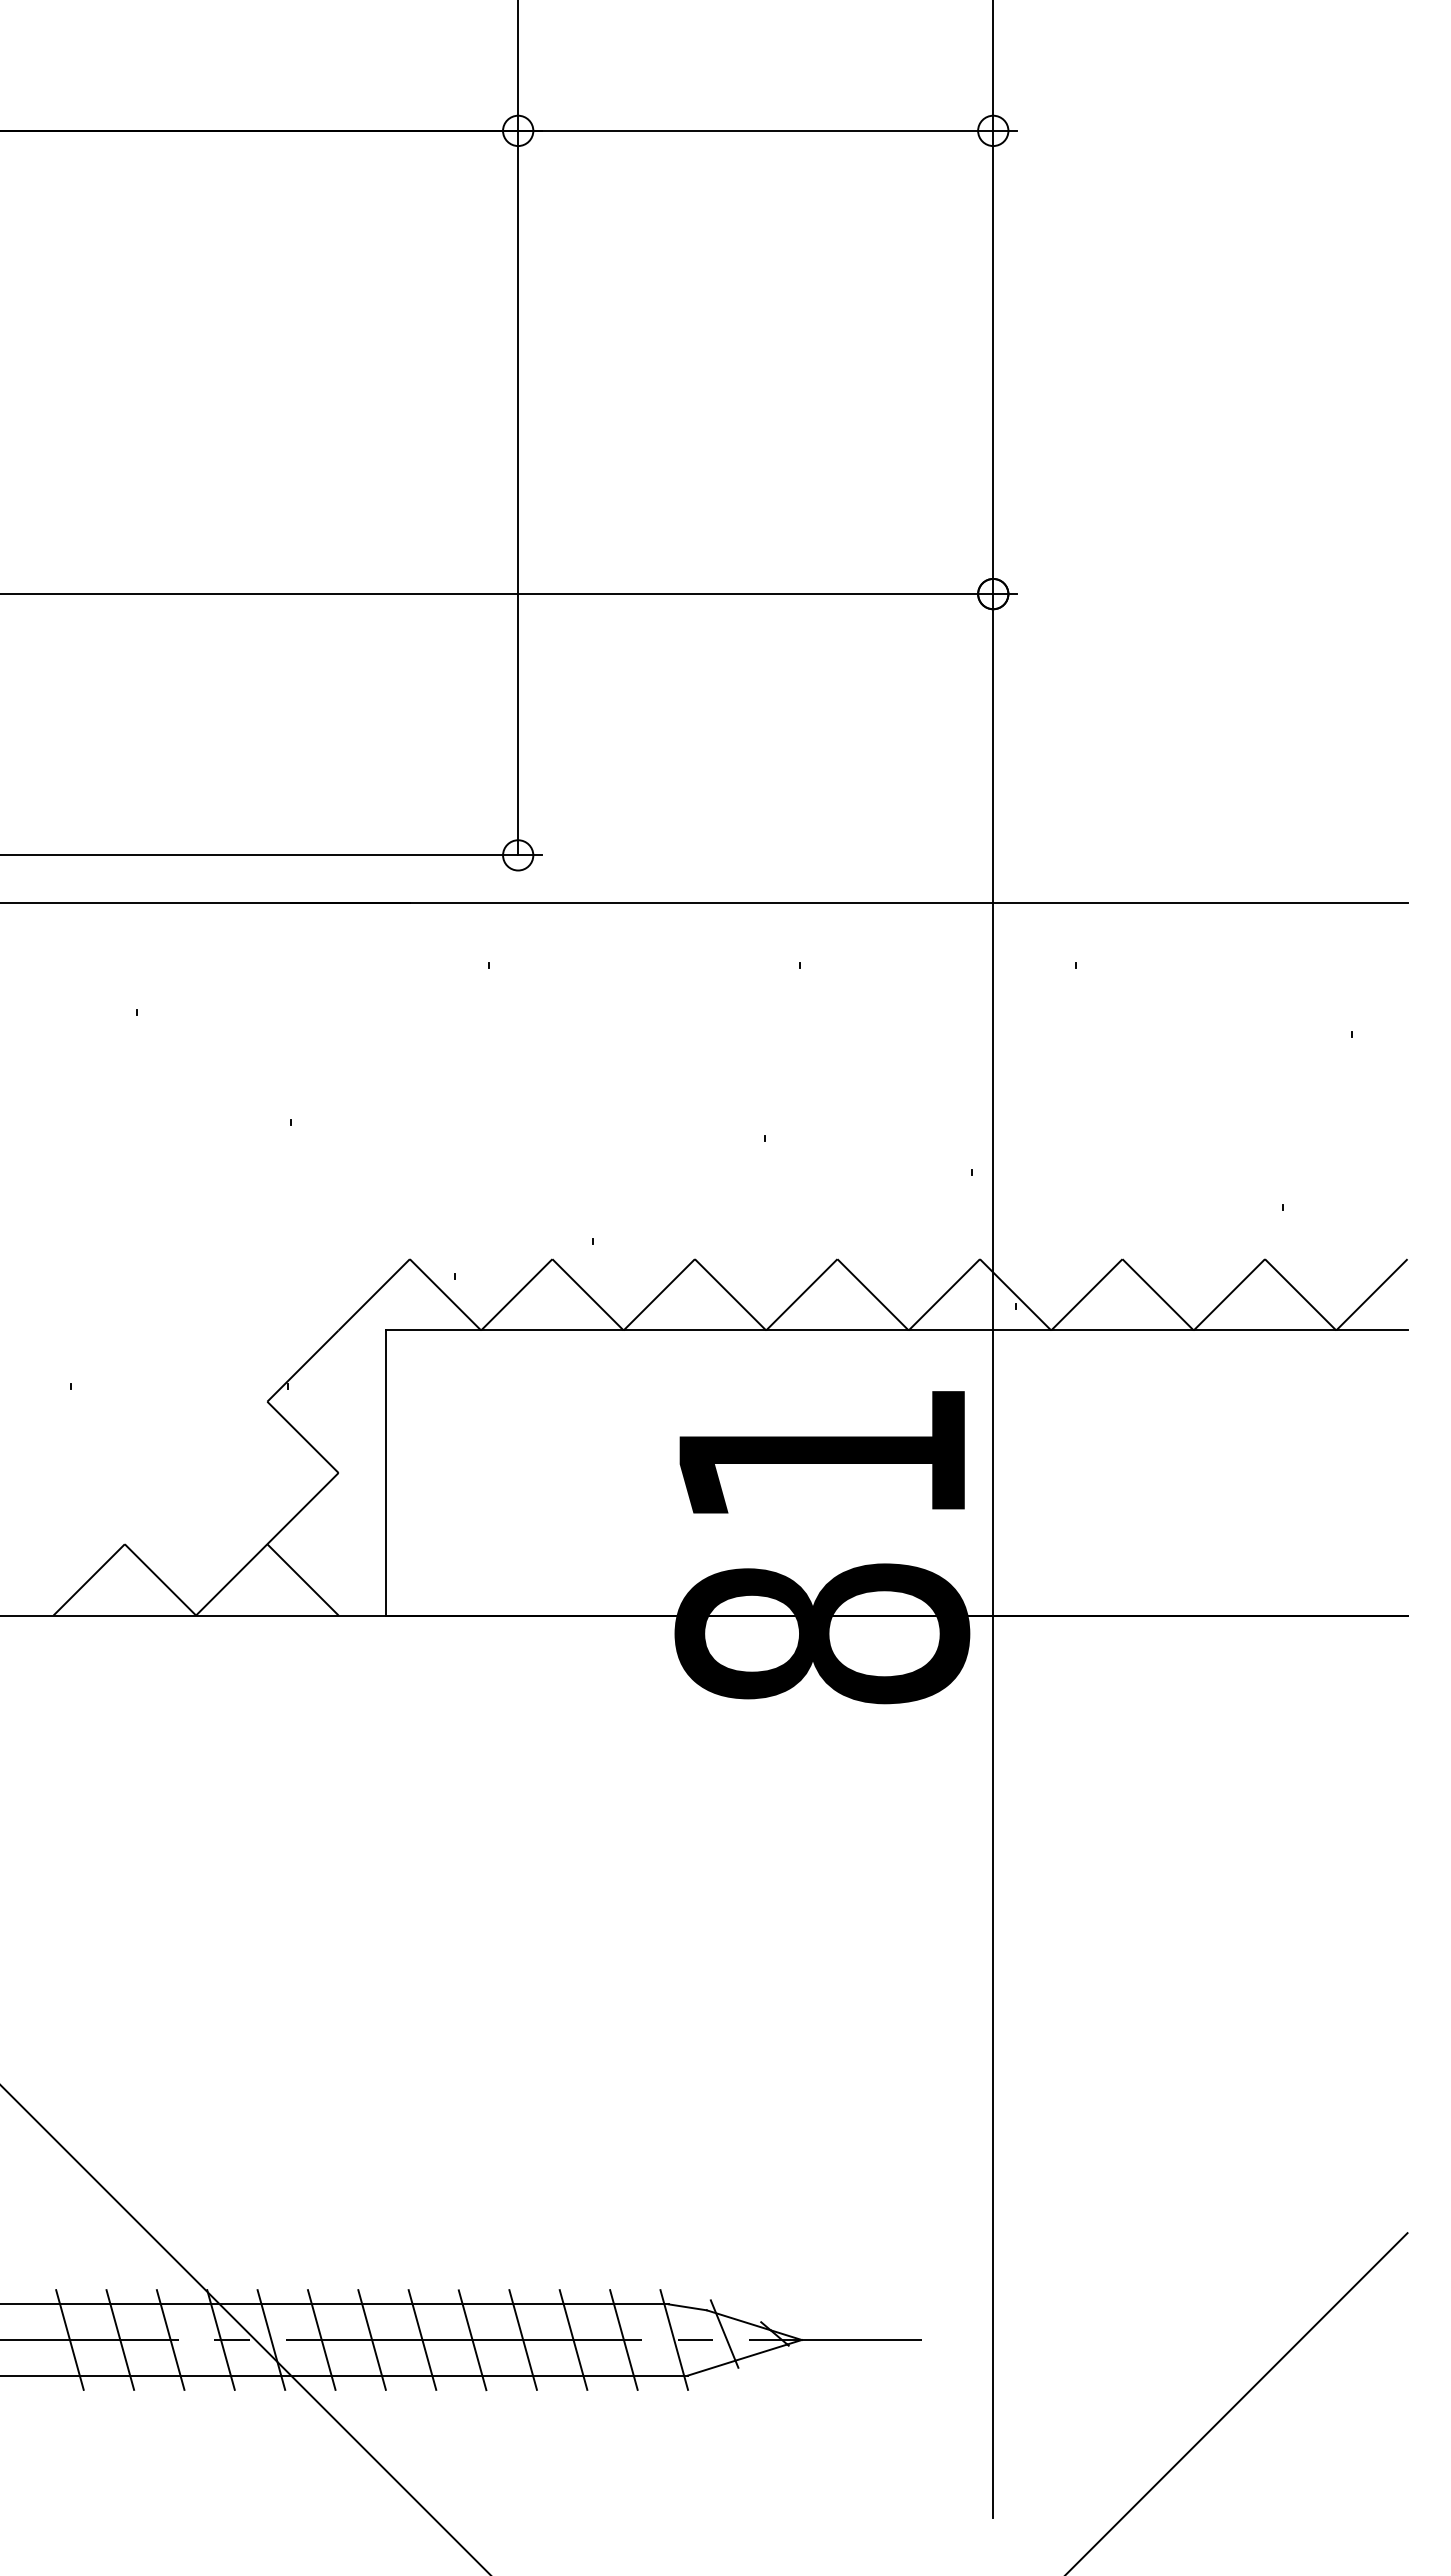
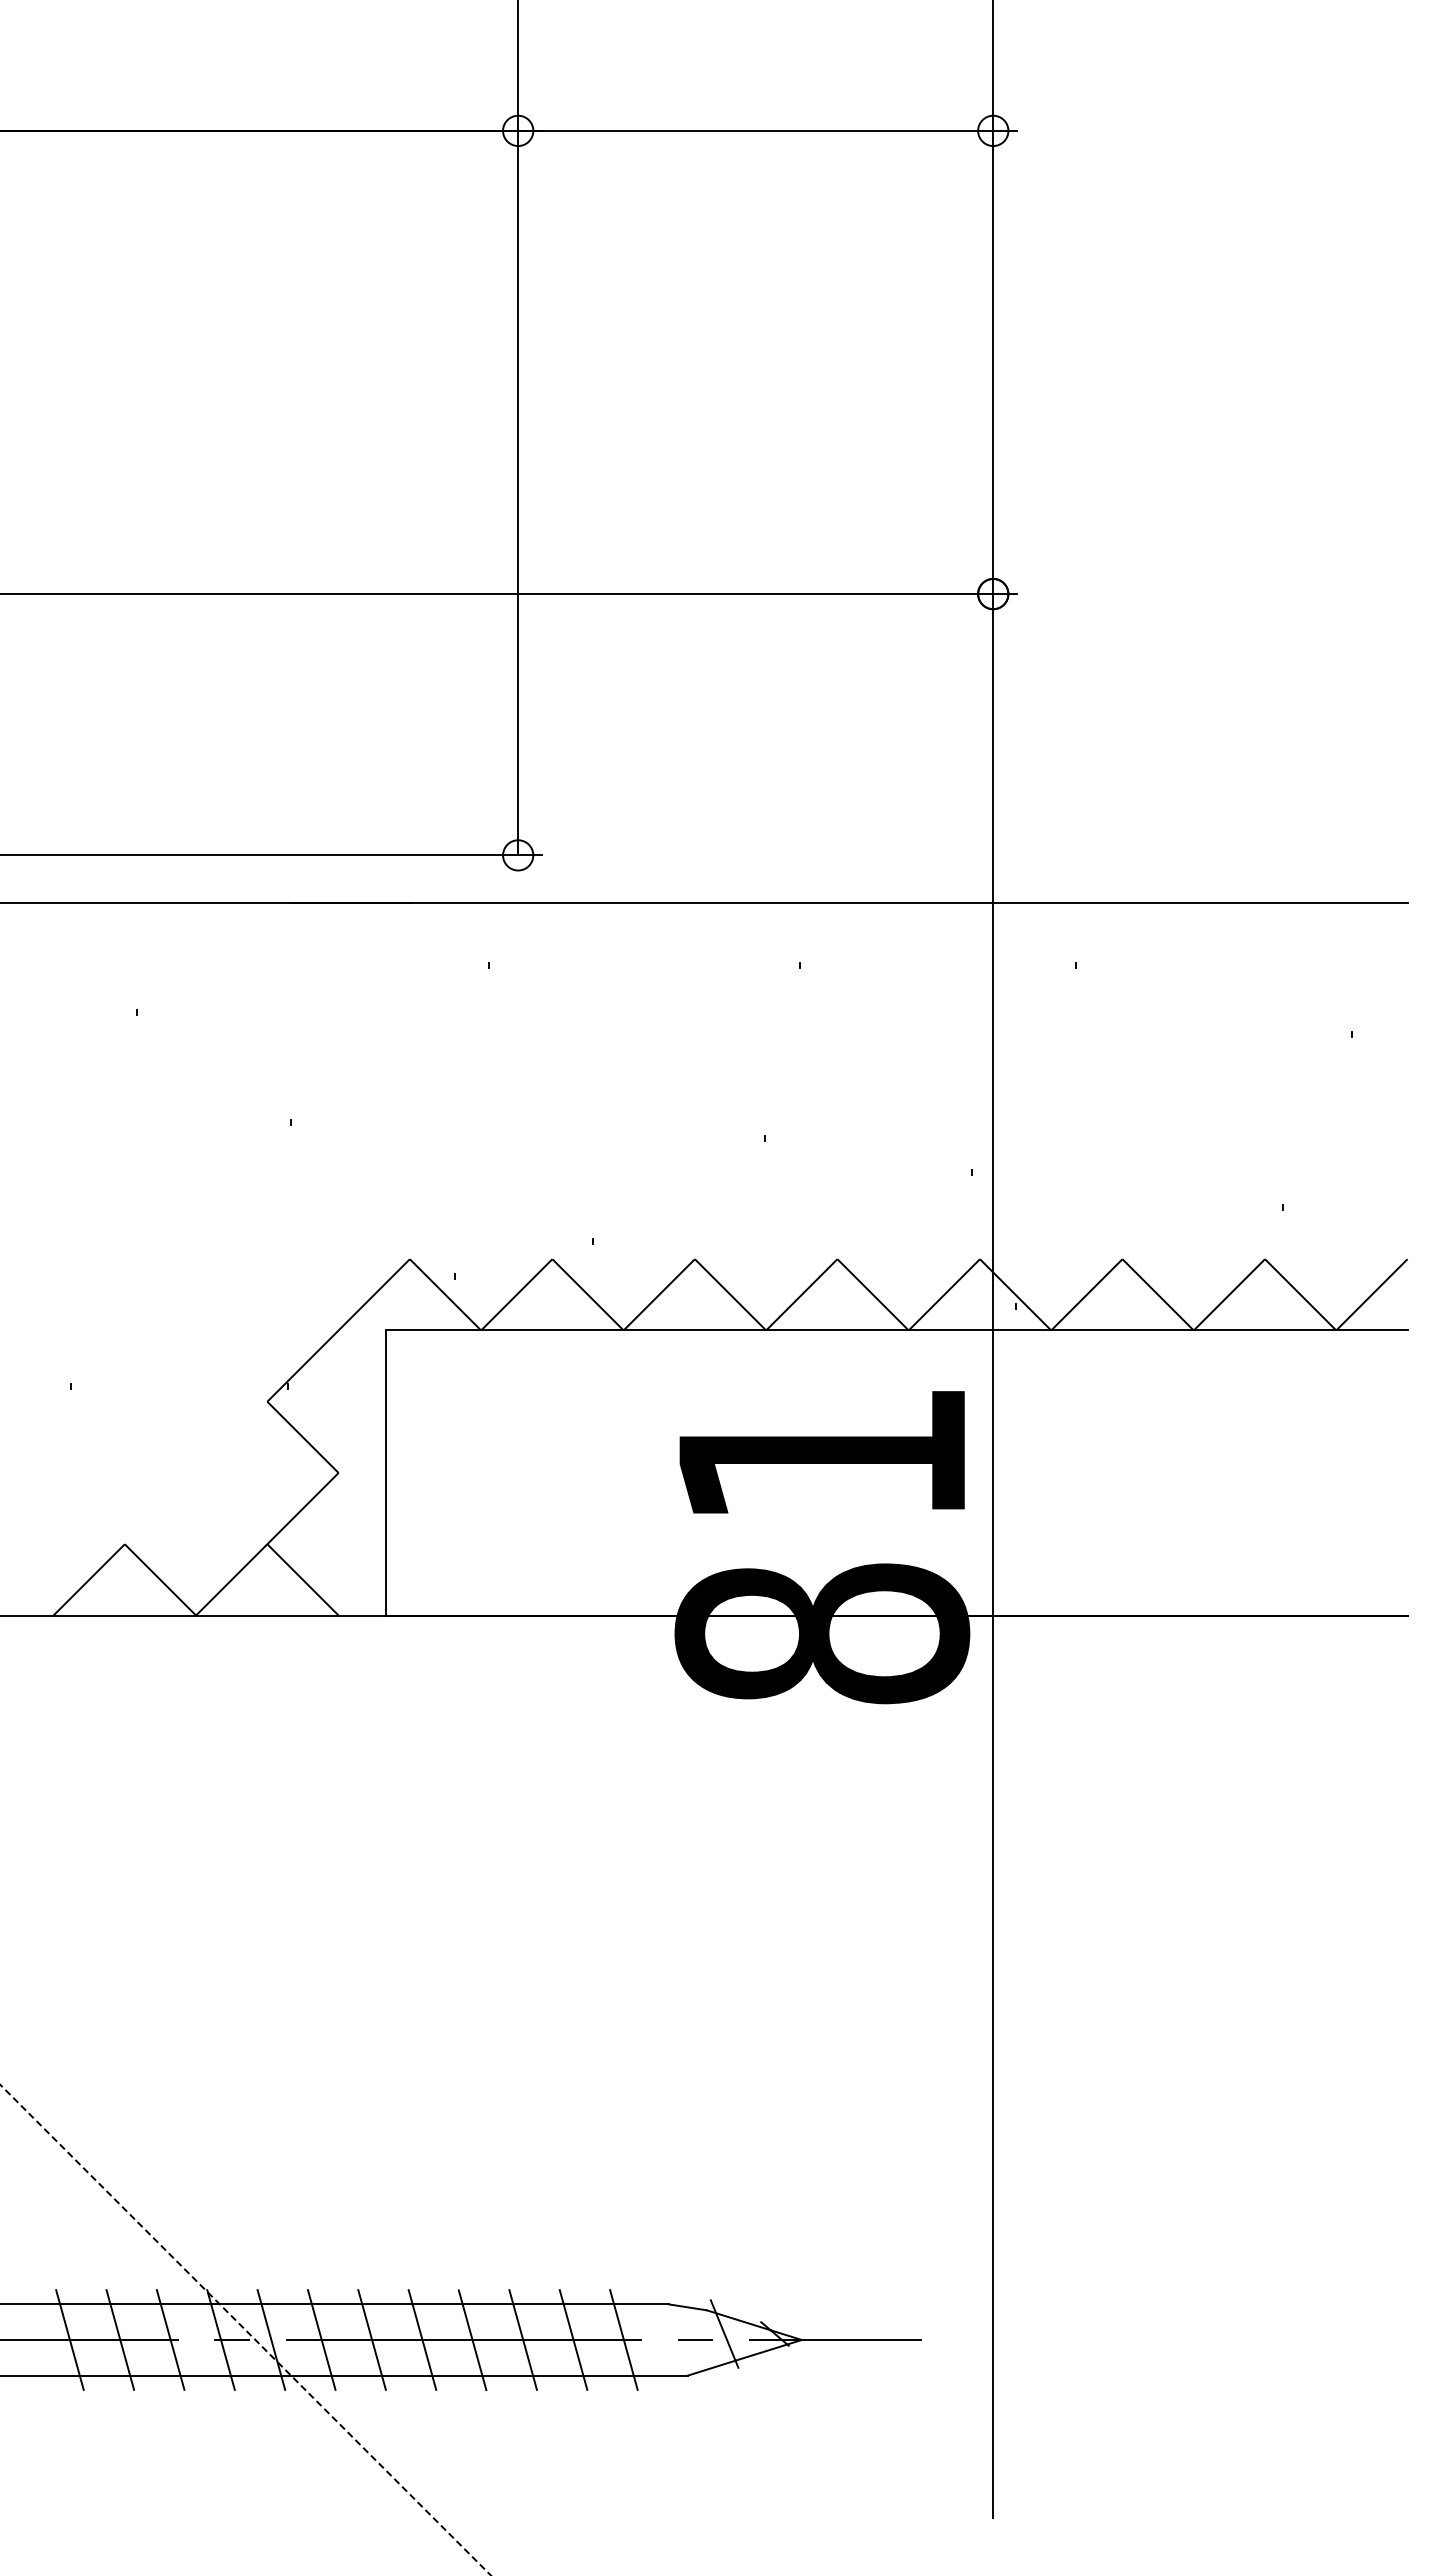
line at (245, 2330): solid -> dashed
line at (674, 2339): present -> none
line at (1237, 2402): present -> none
